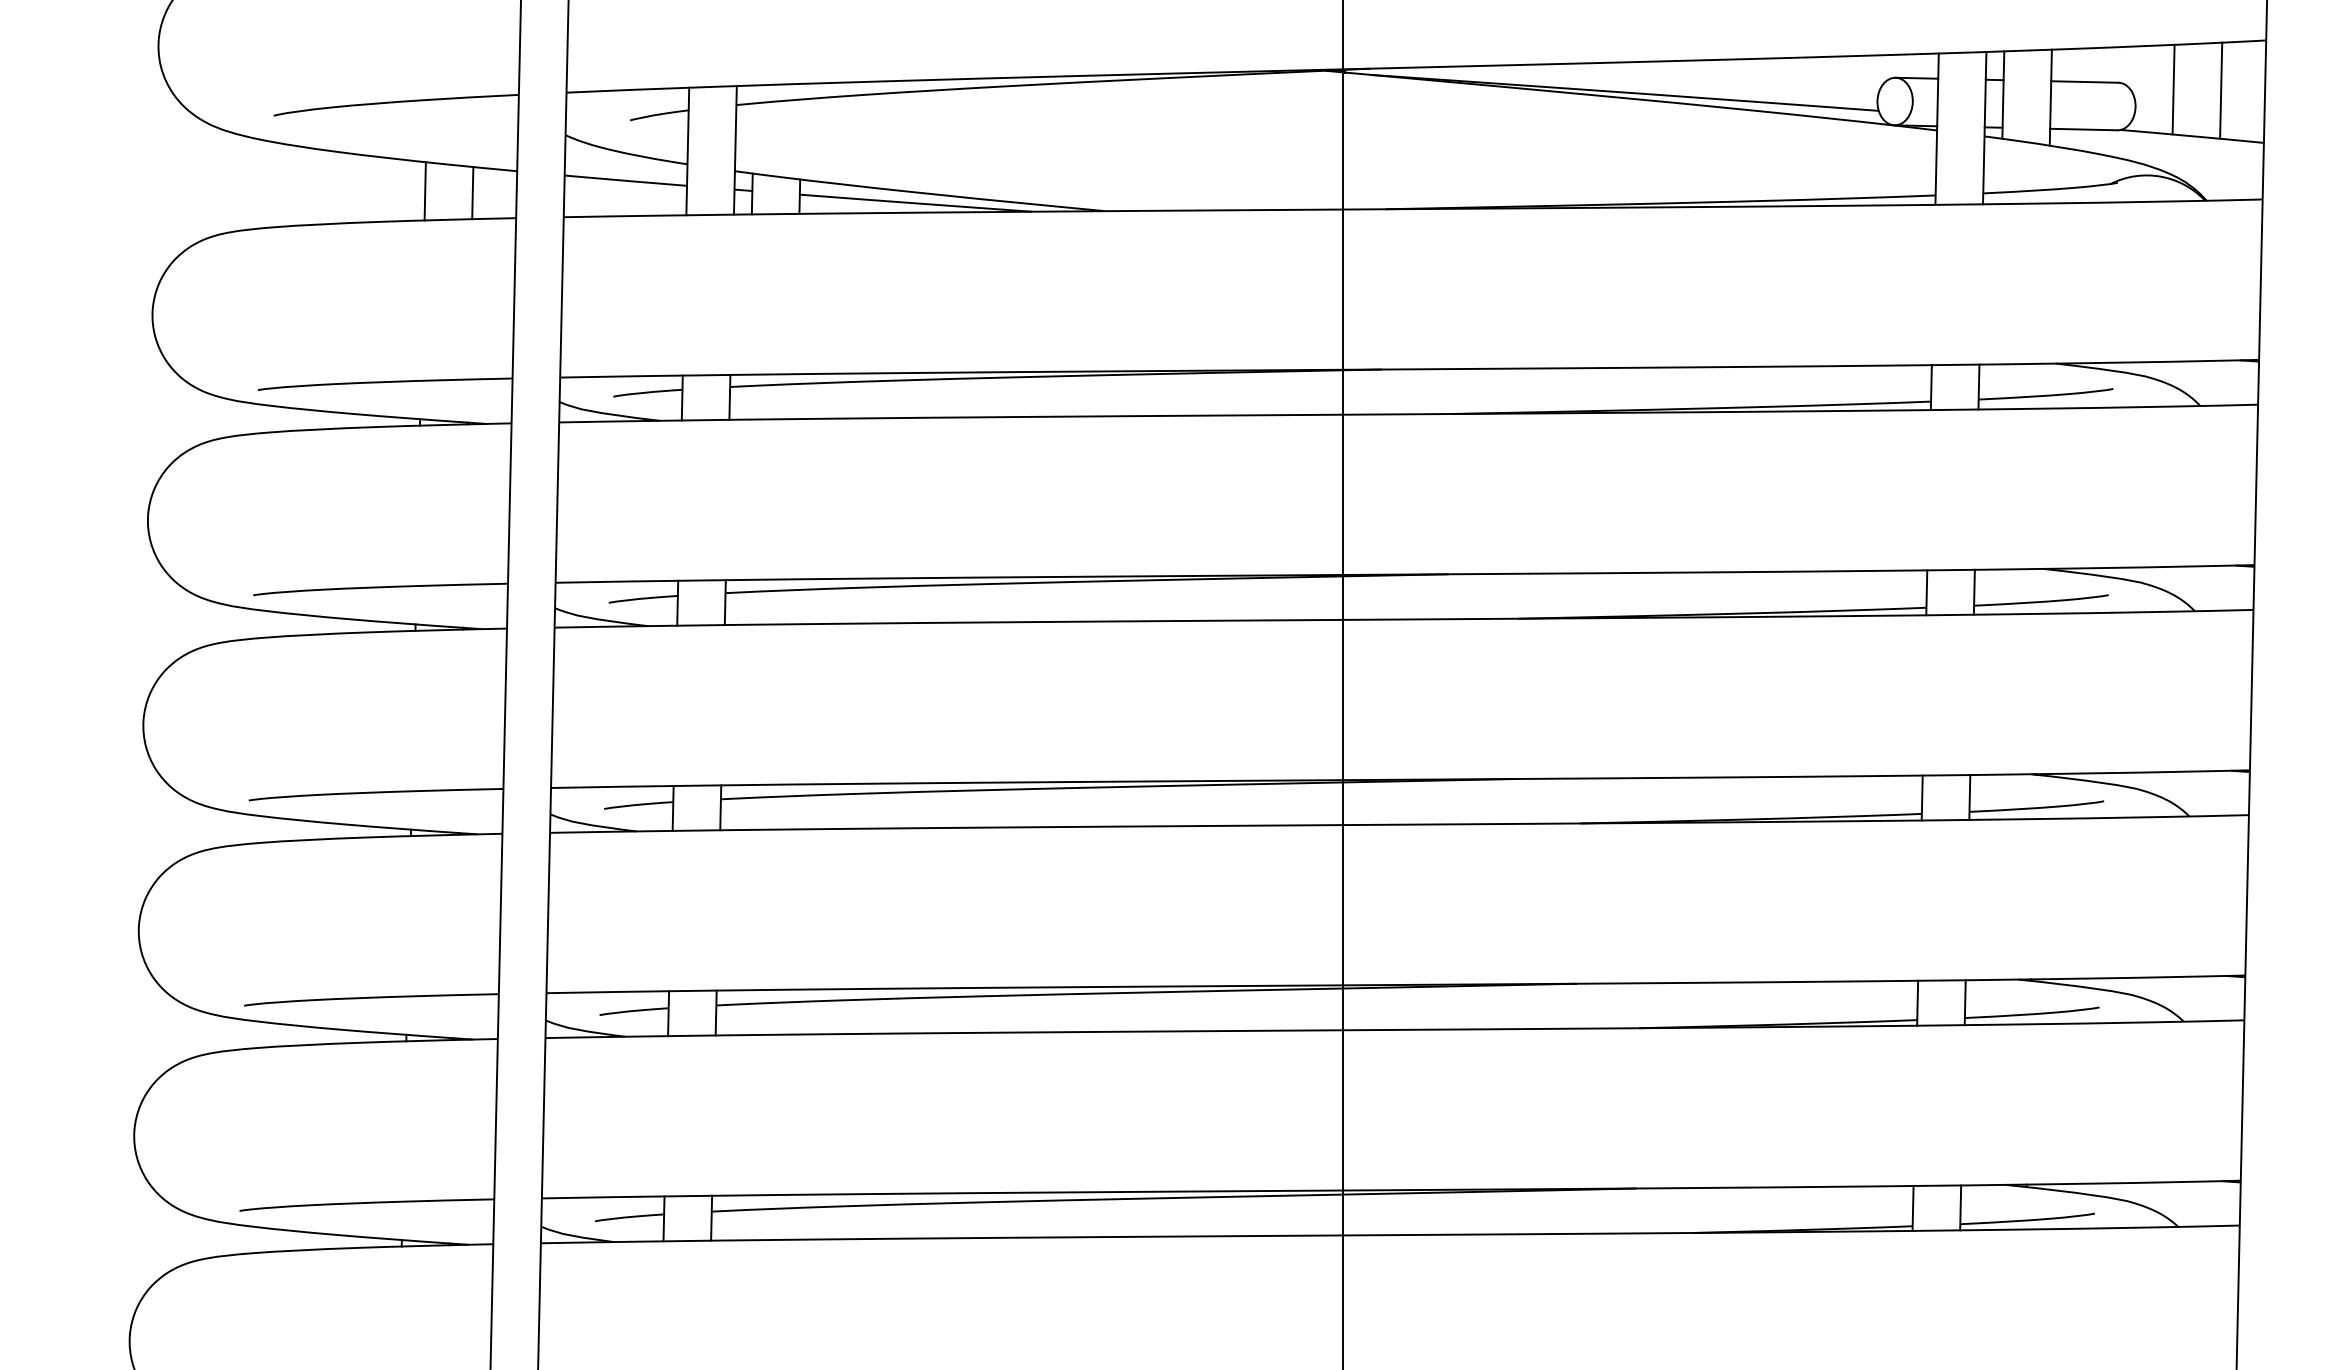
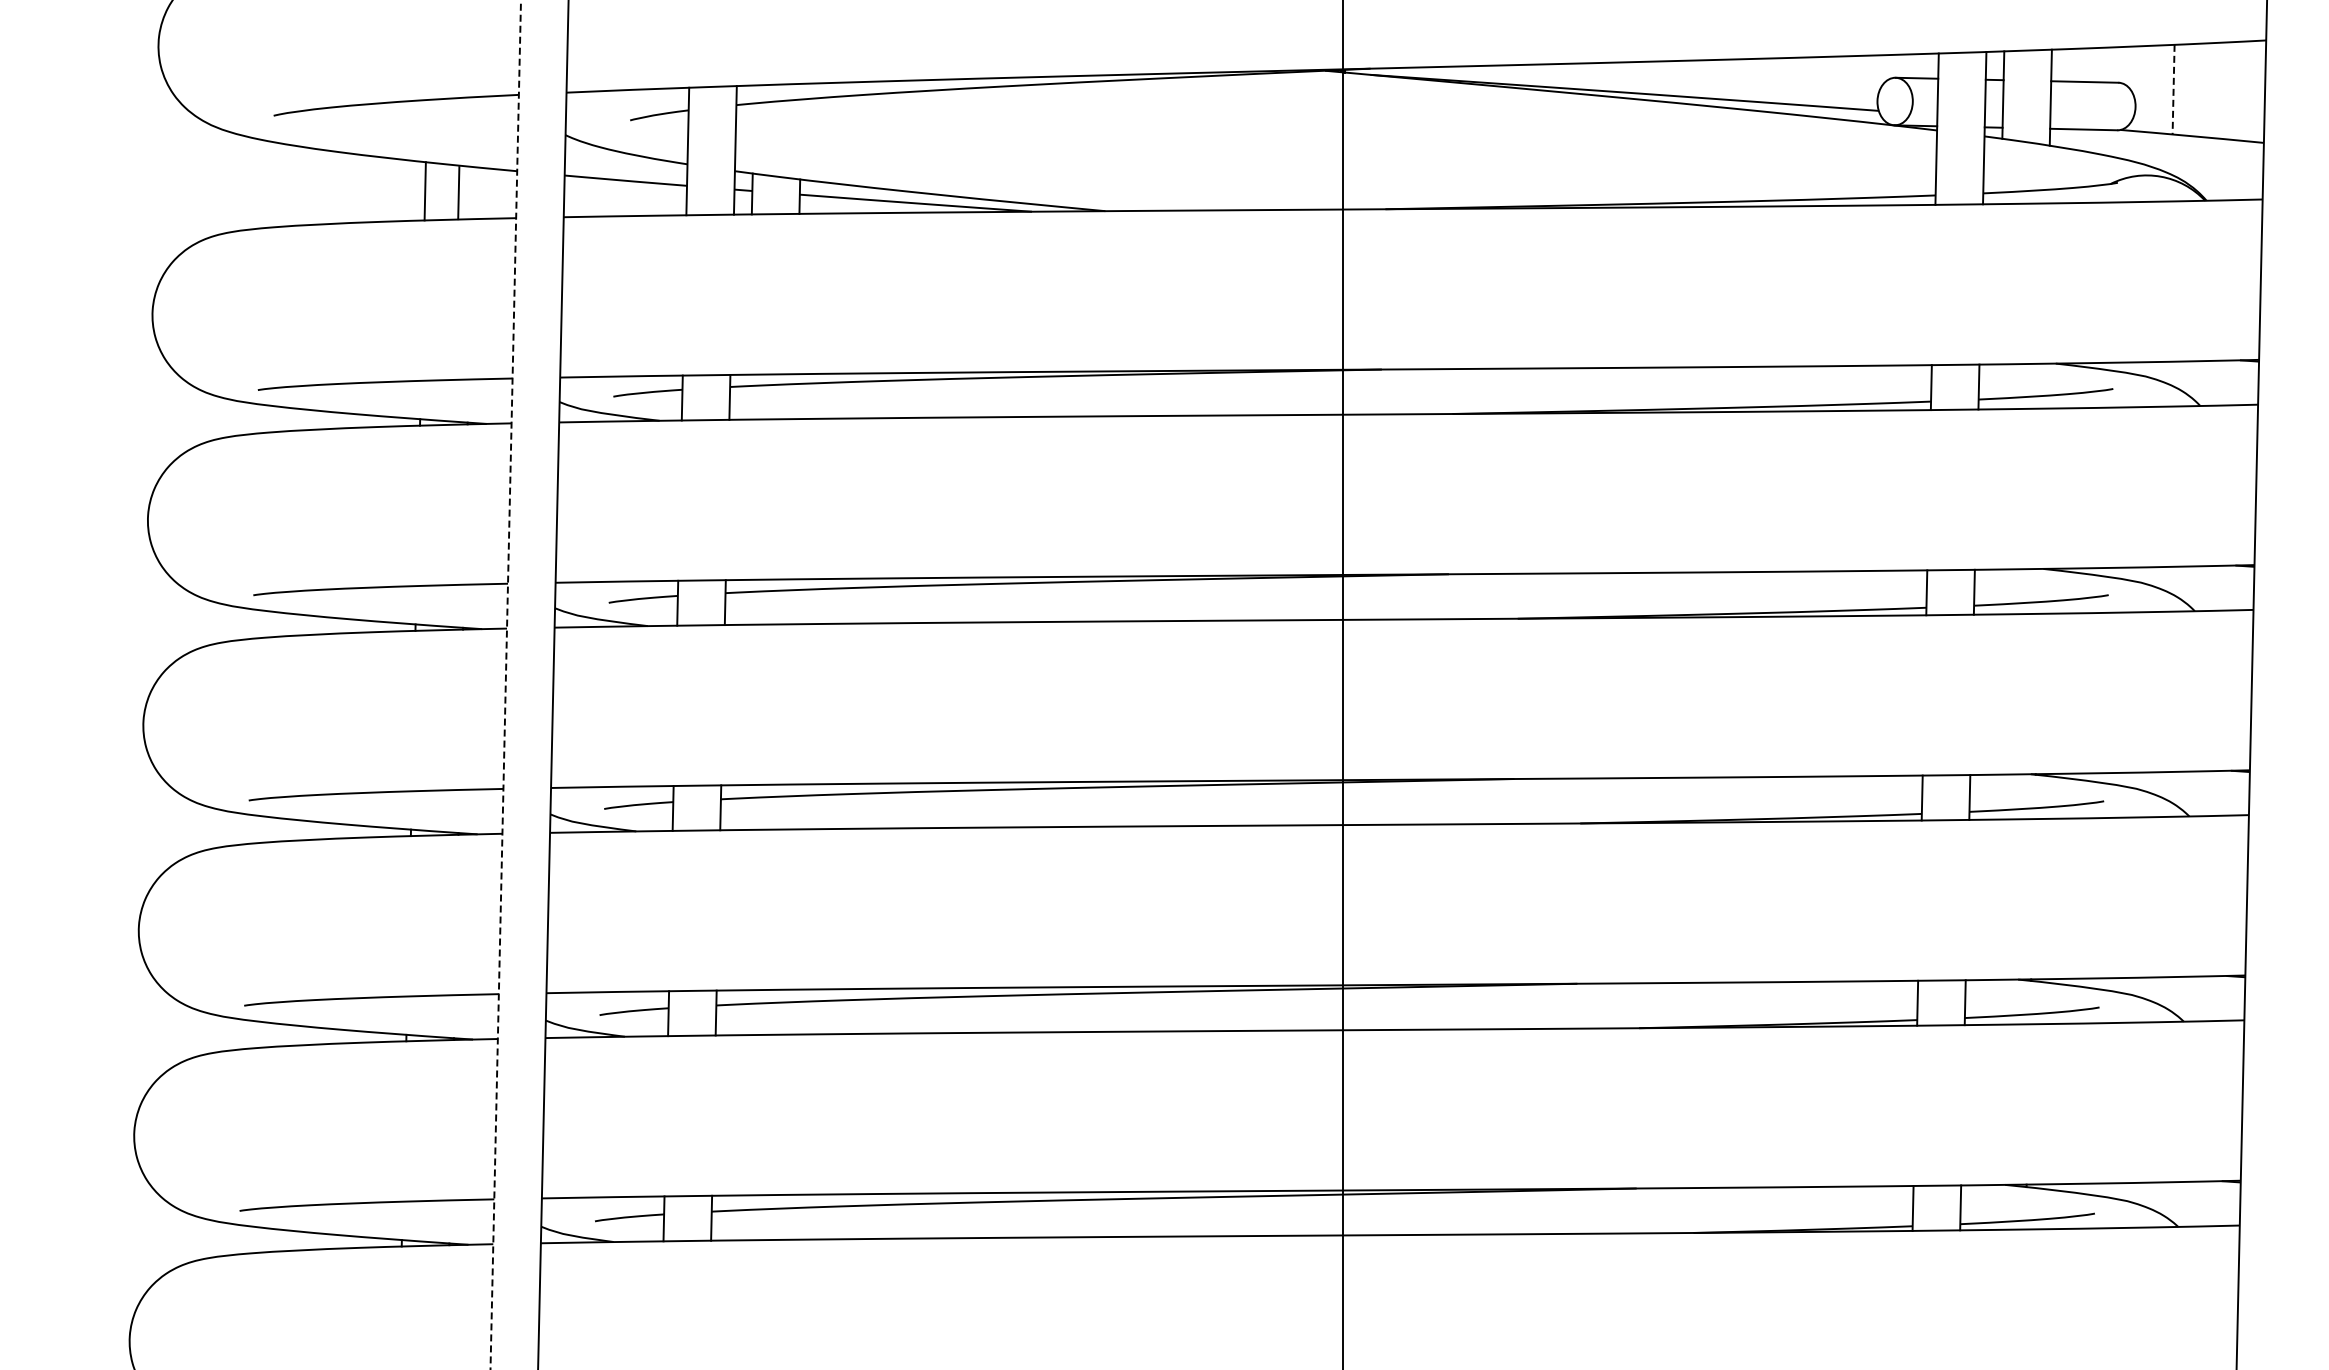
line at (2173, 89): solid -> dashed
line at (2221, 90): present -> none
line at (472, 193) position: (472, 193) -> (458, 193)
line at (505, 685): solid -> dashed
